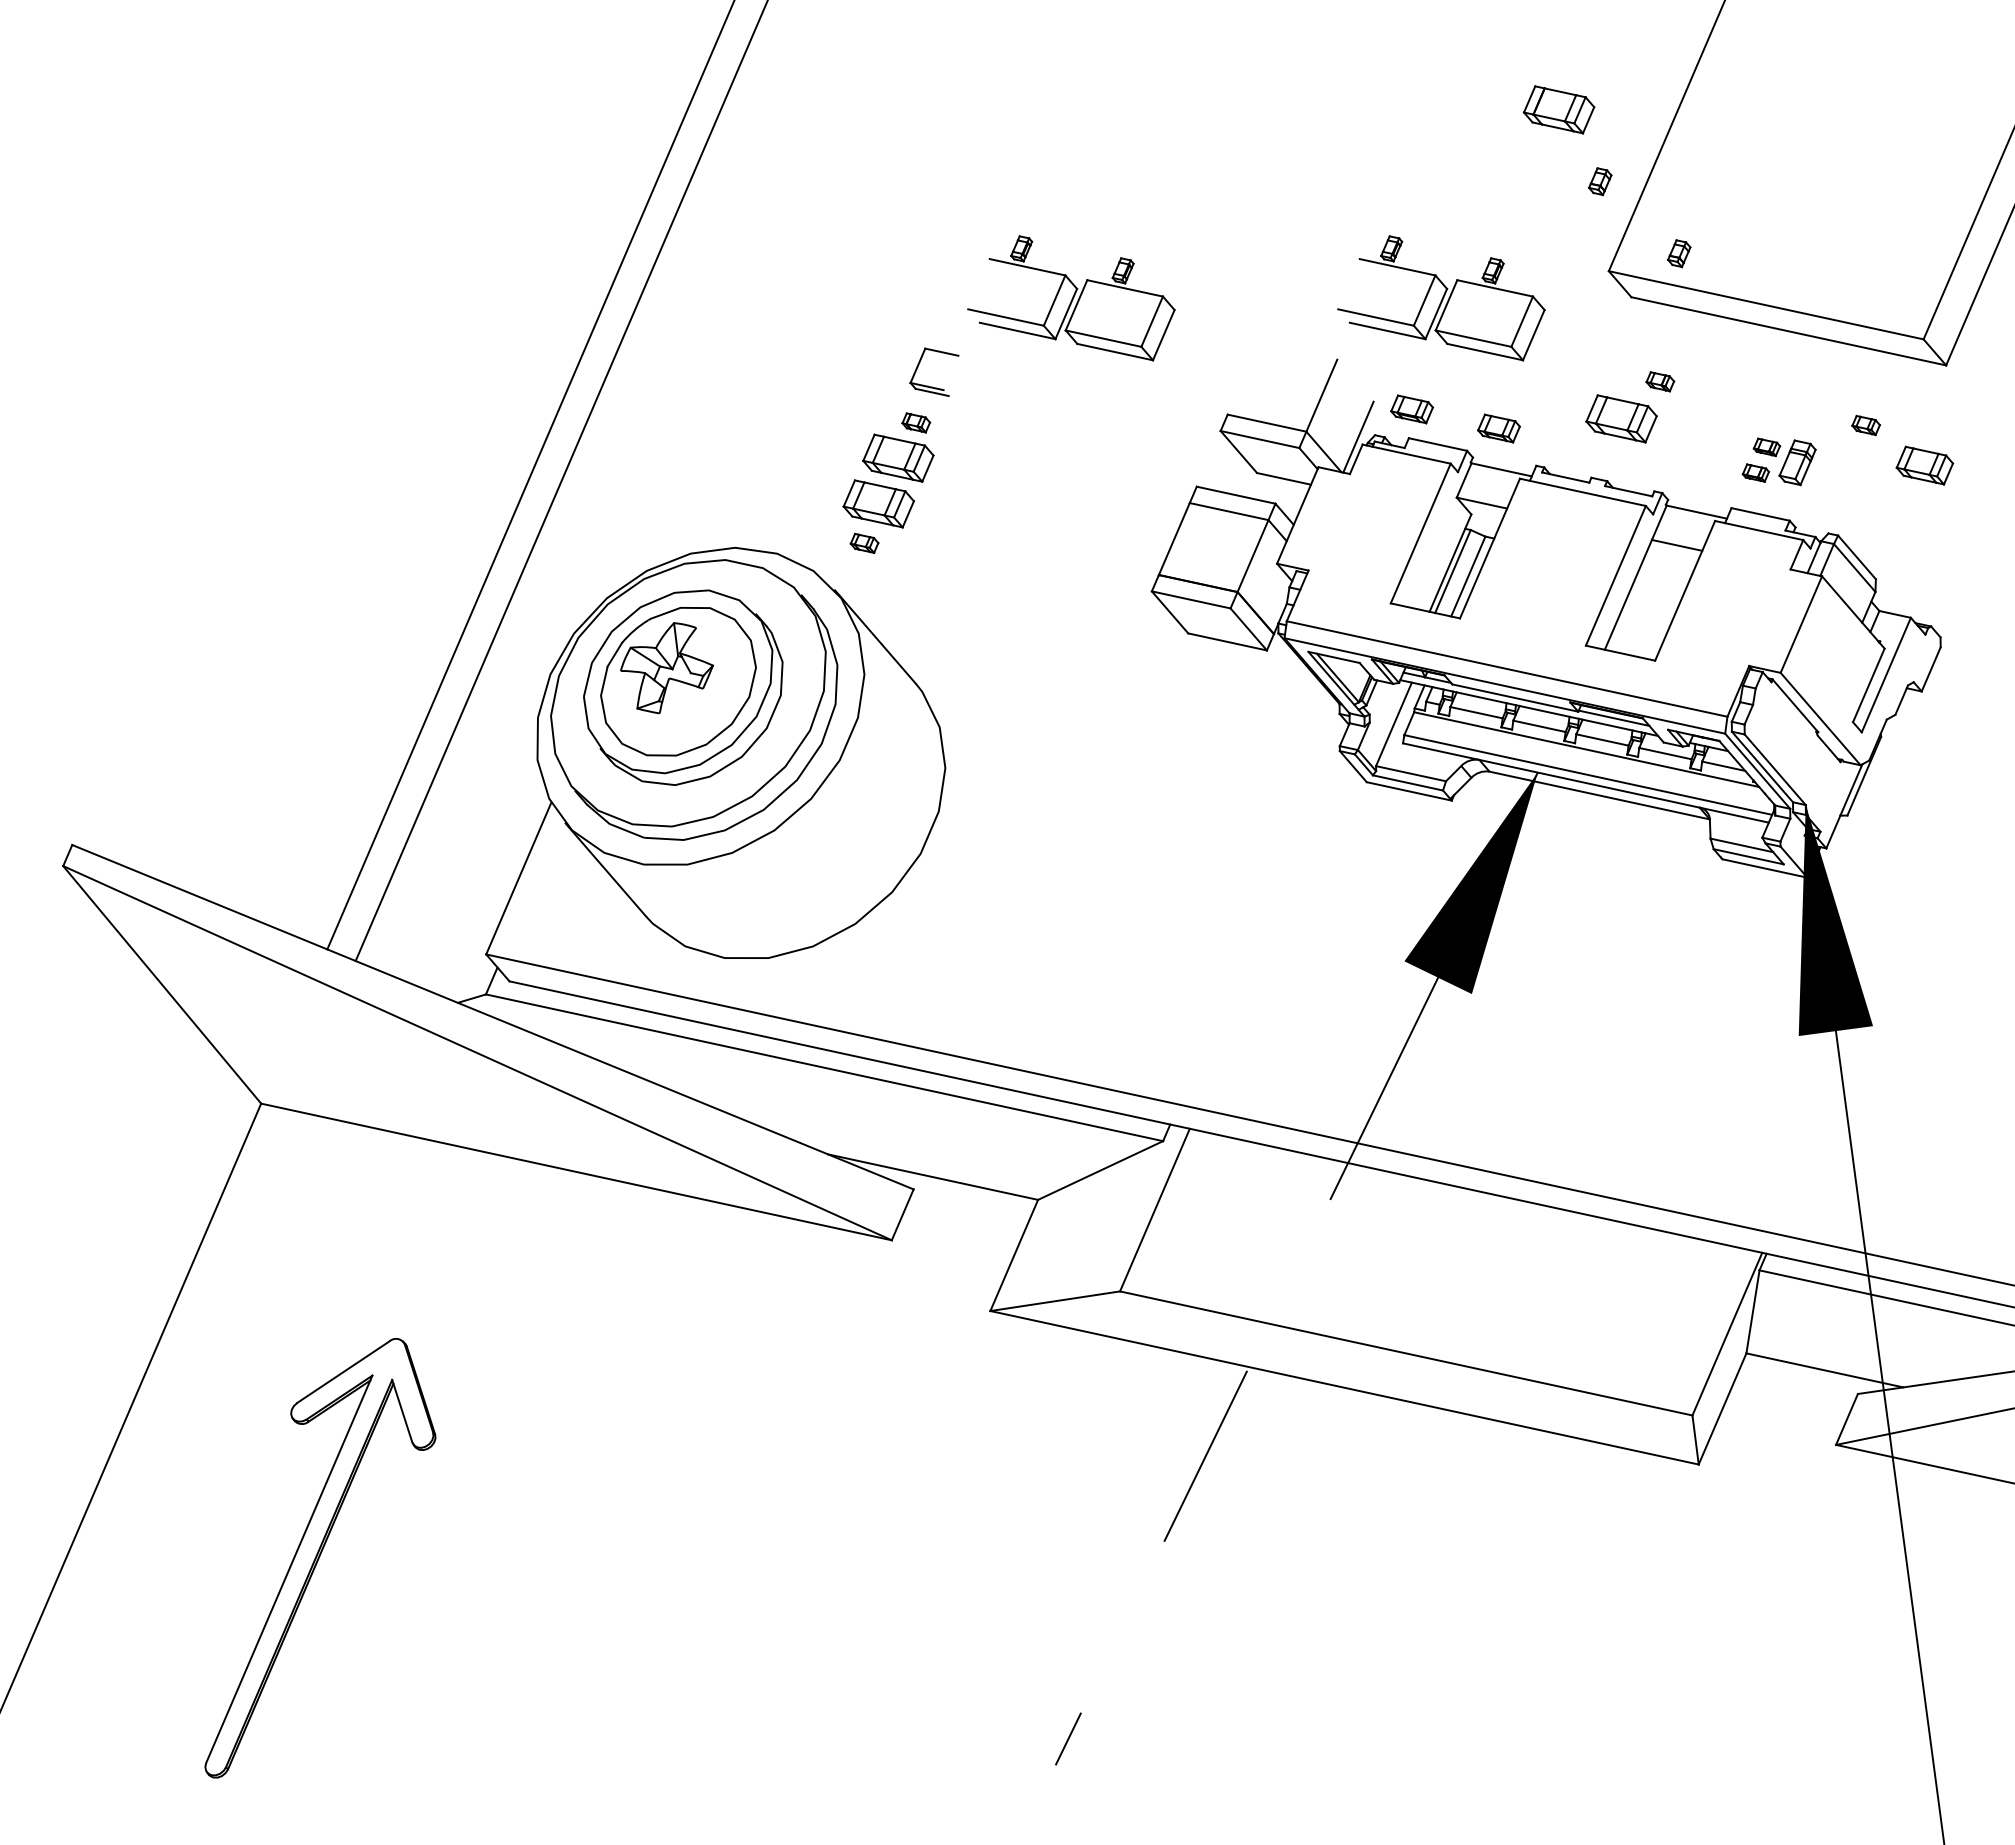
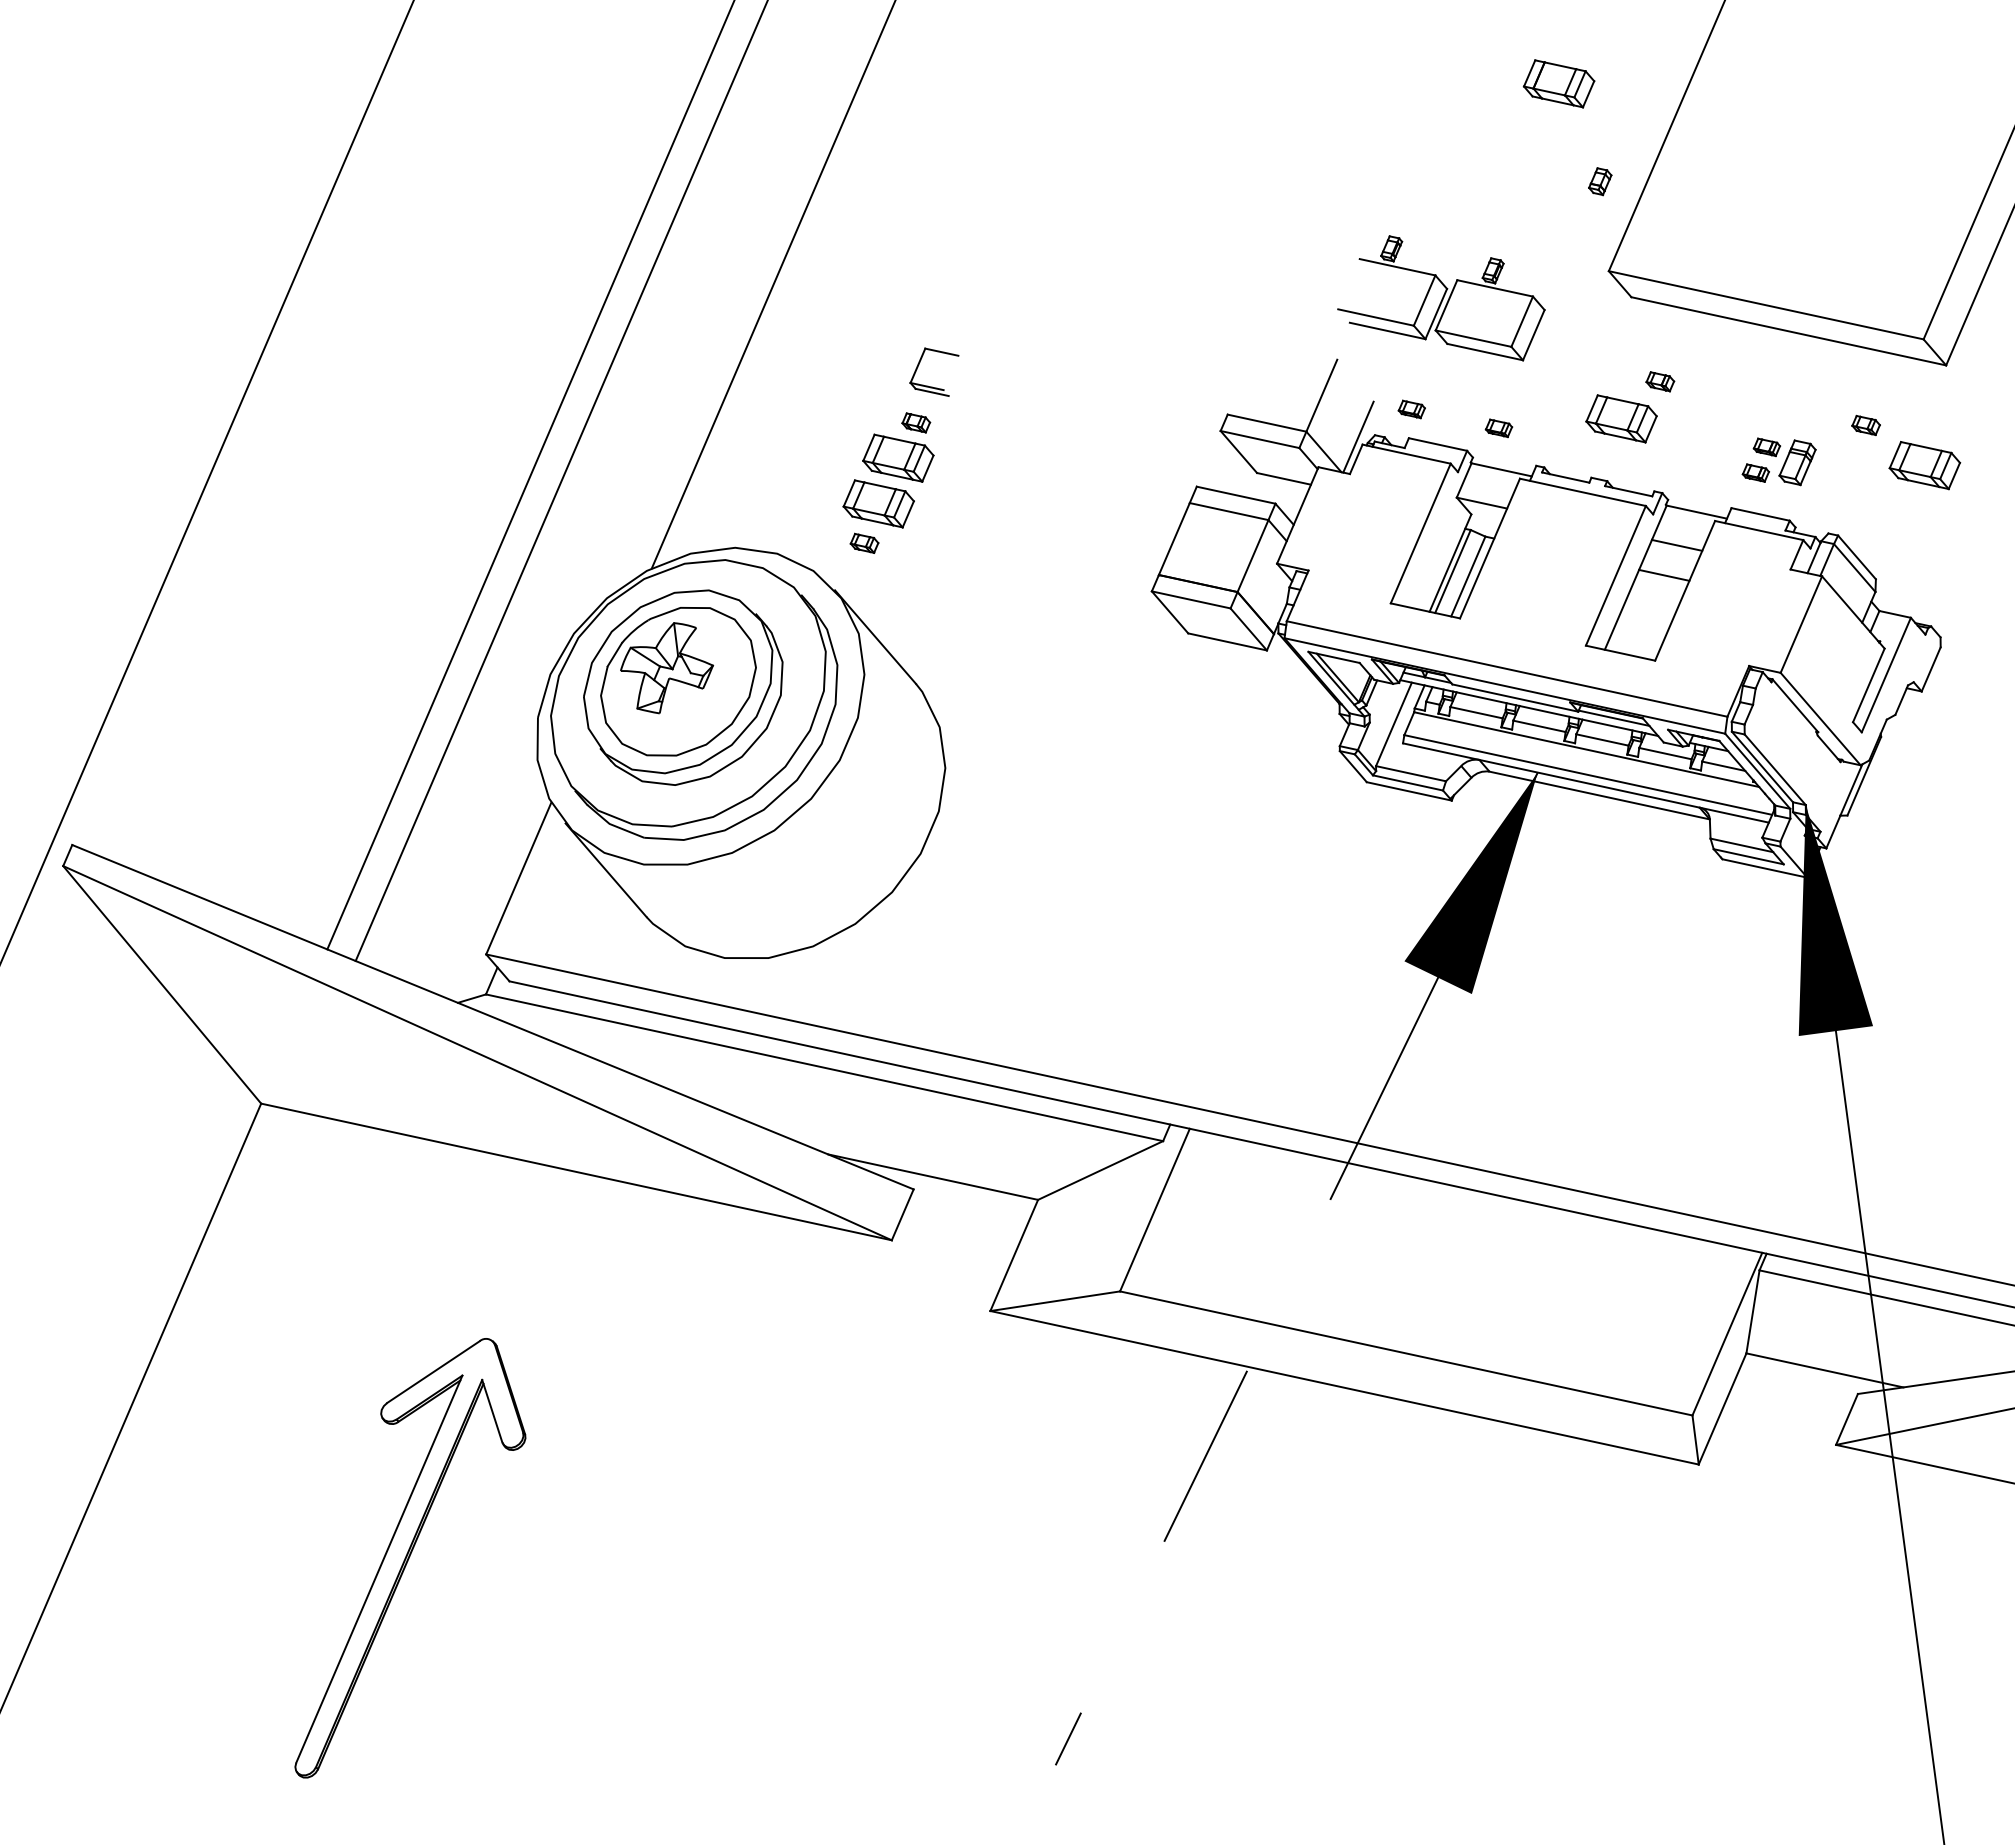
part at (1558, 109) position: (1558, 109) -> (1558, 83)
part at (1679, 253): present -> none
line at (772, 285): none -> present
part at (1071, 298): present -> none
part at (1412, 409) size: 45x31 px -> 29x21 px
part at (1498, 428) size: 44x31 px -> 30x20 px
part at (1924, 465) size: 60x41 px -> 74x50 px
line at (207, 480): none -> present
line at (1664, 574): none -> present
part at (320, 1558) position: (320, 1558) -> (410, 1558)
